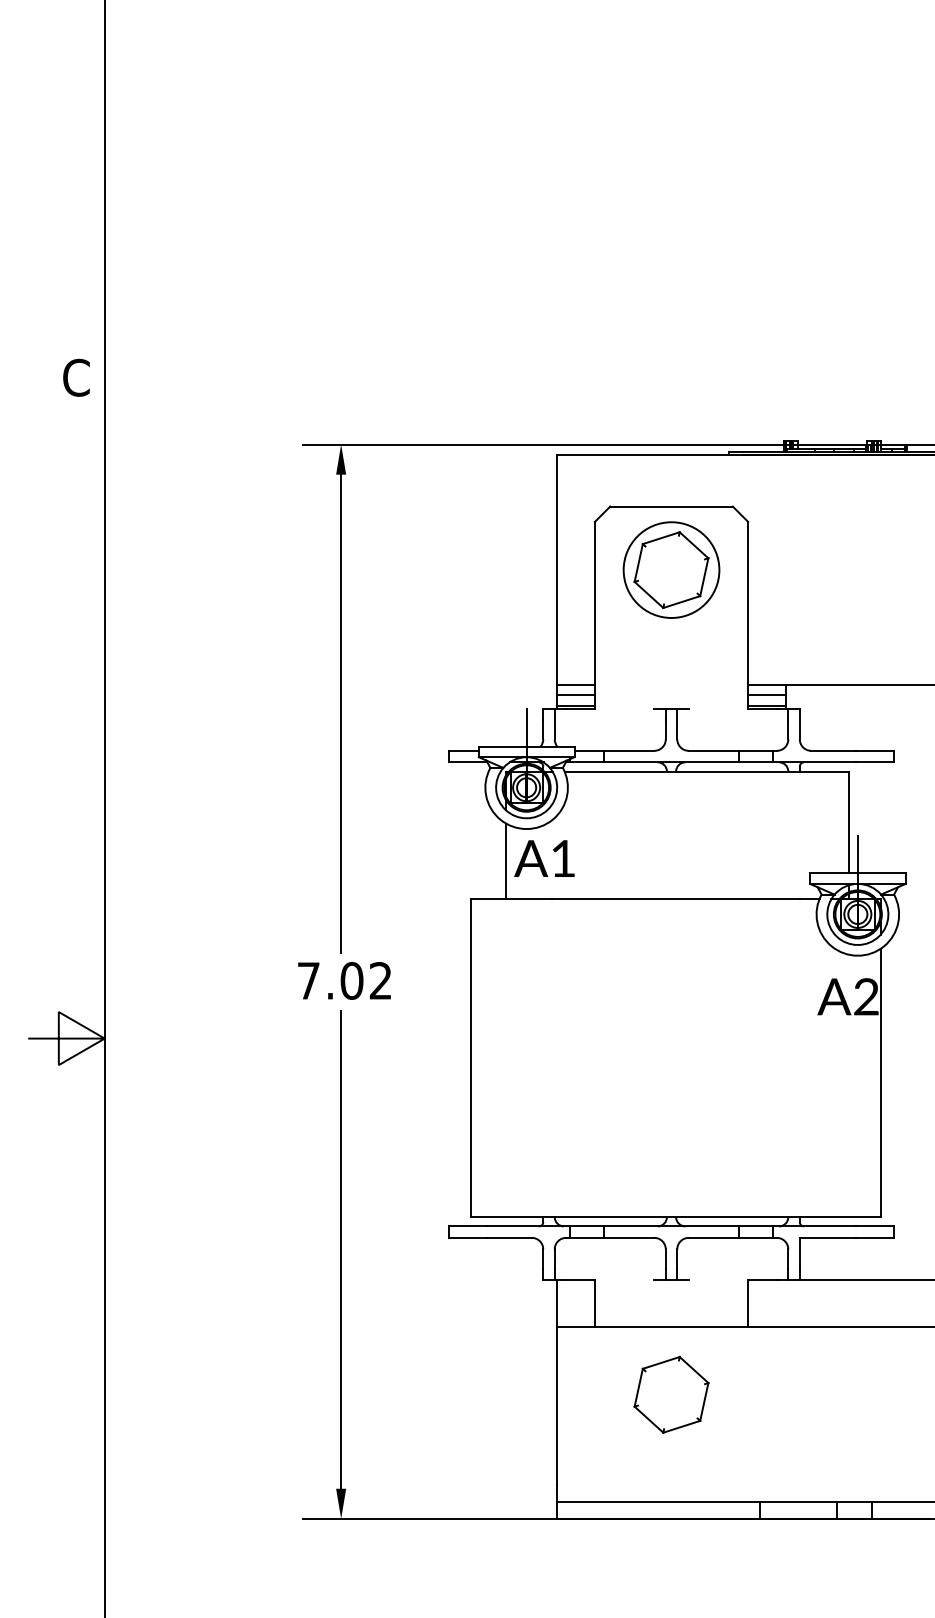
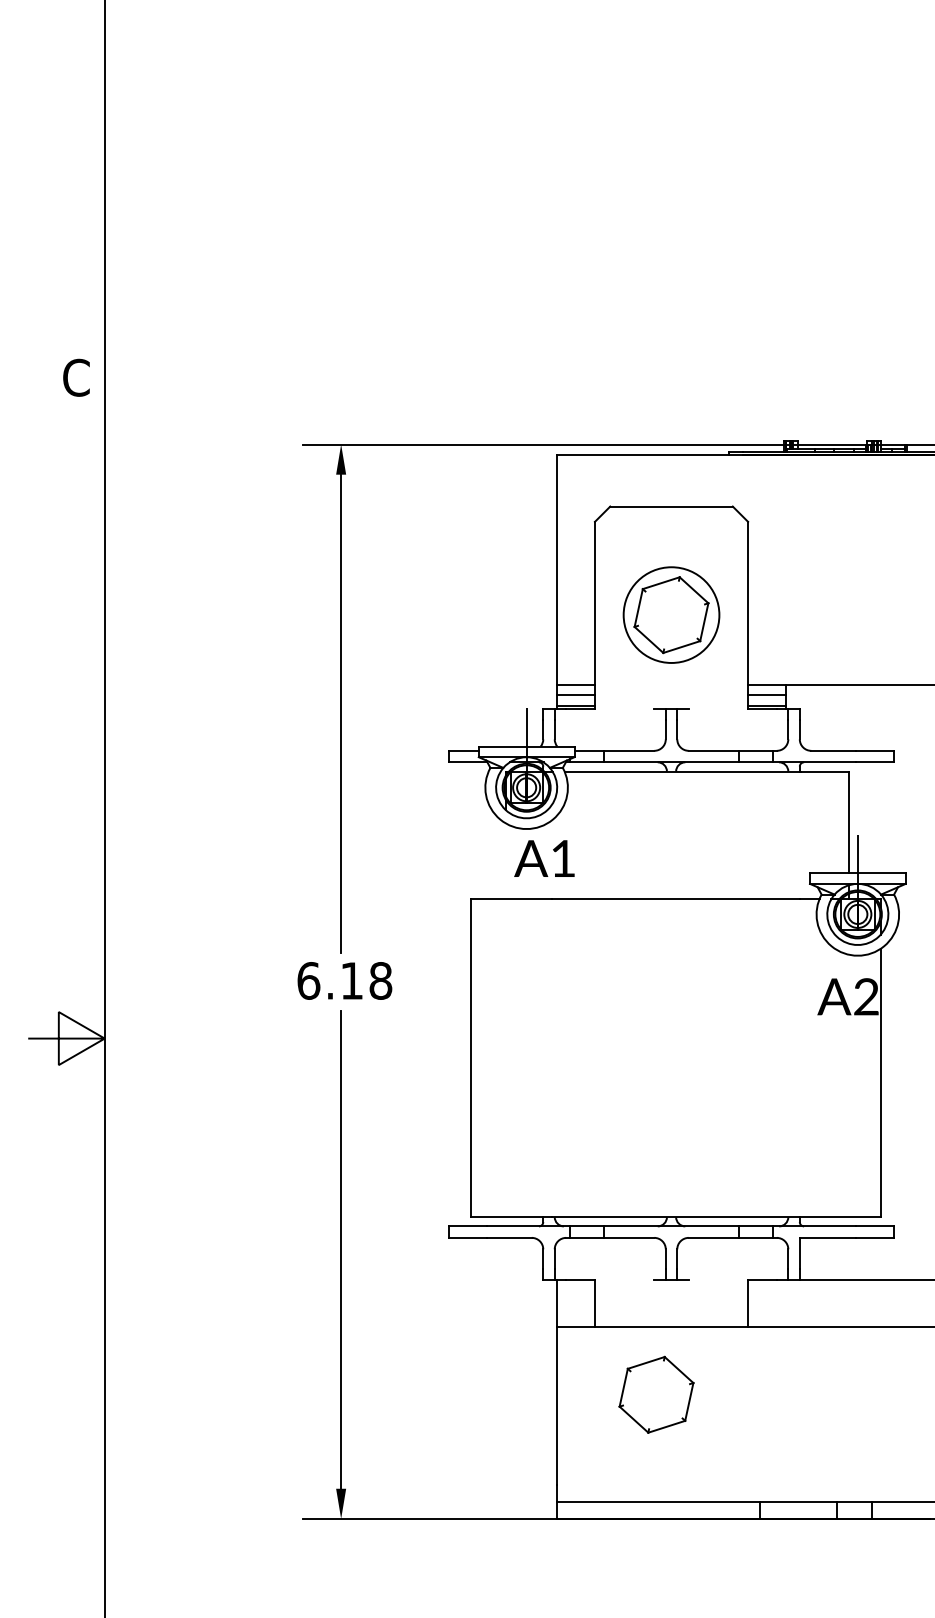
part at (671, 569) position: (671, 569) -> (671, 614)
line at (506, 861): present -> none
text at (344, 980): 7.02 -> 6.18
part at (671, 1394) position: (671, 1394) -> (656, 1394)
